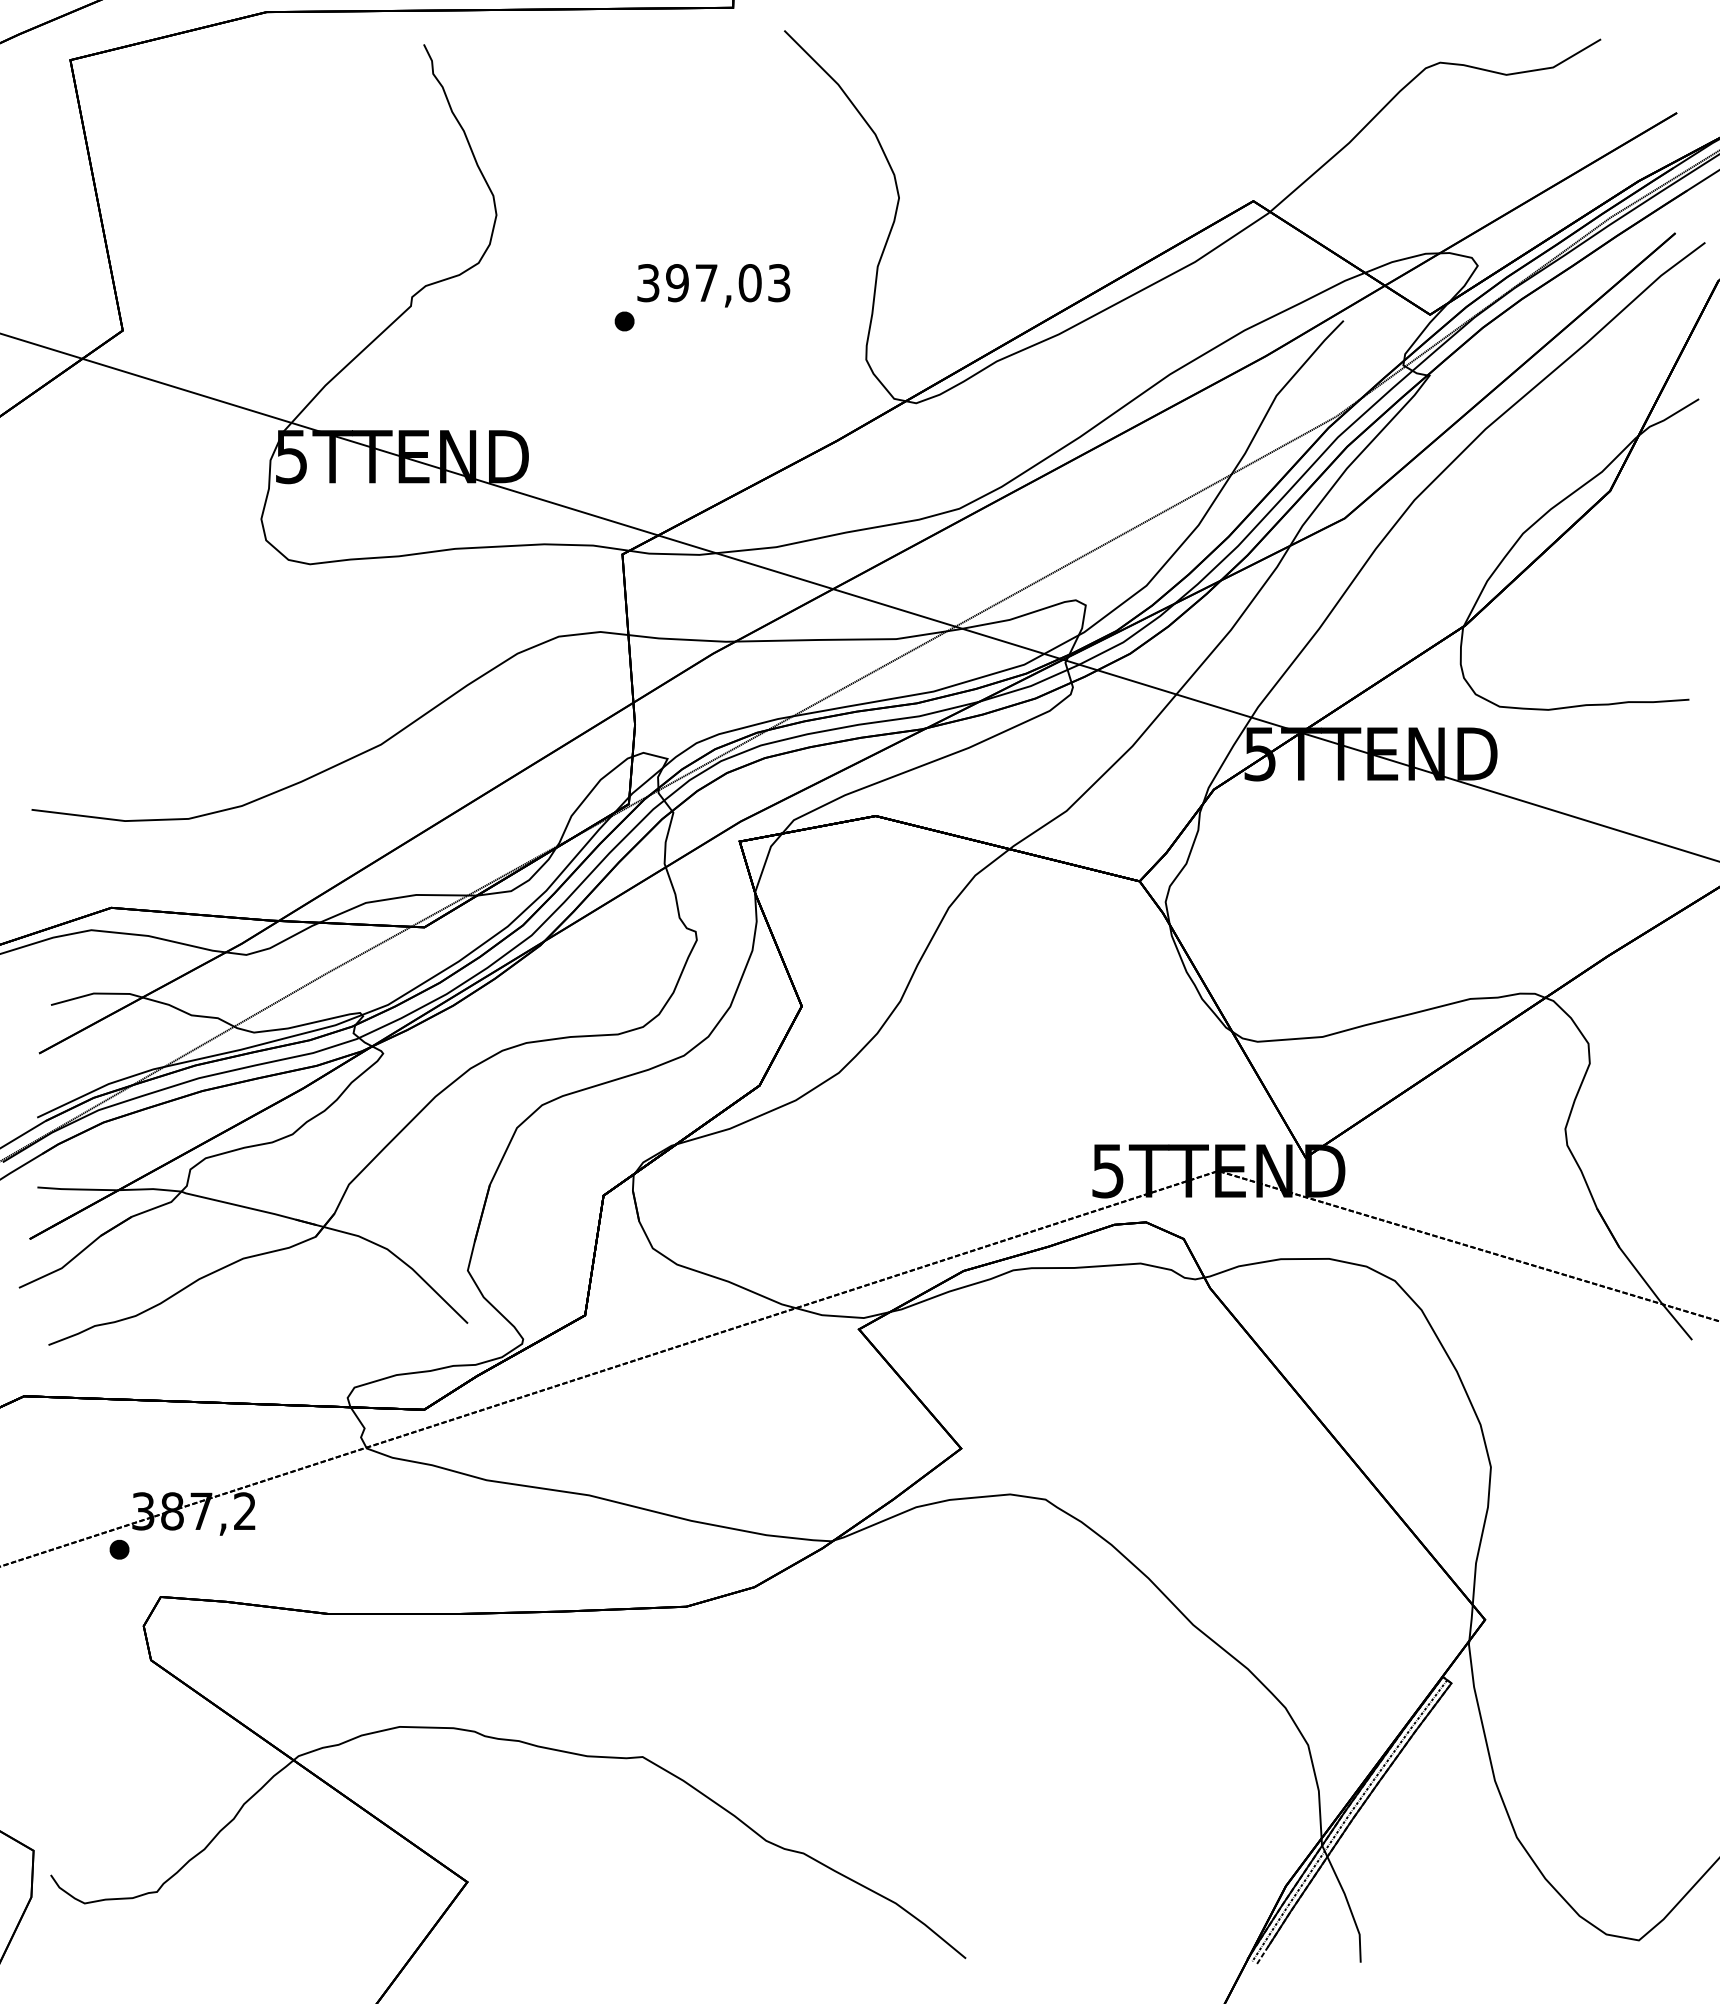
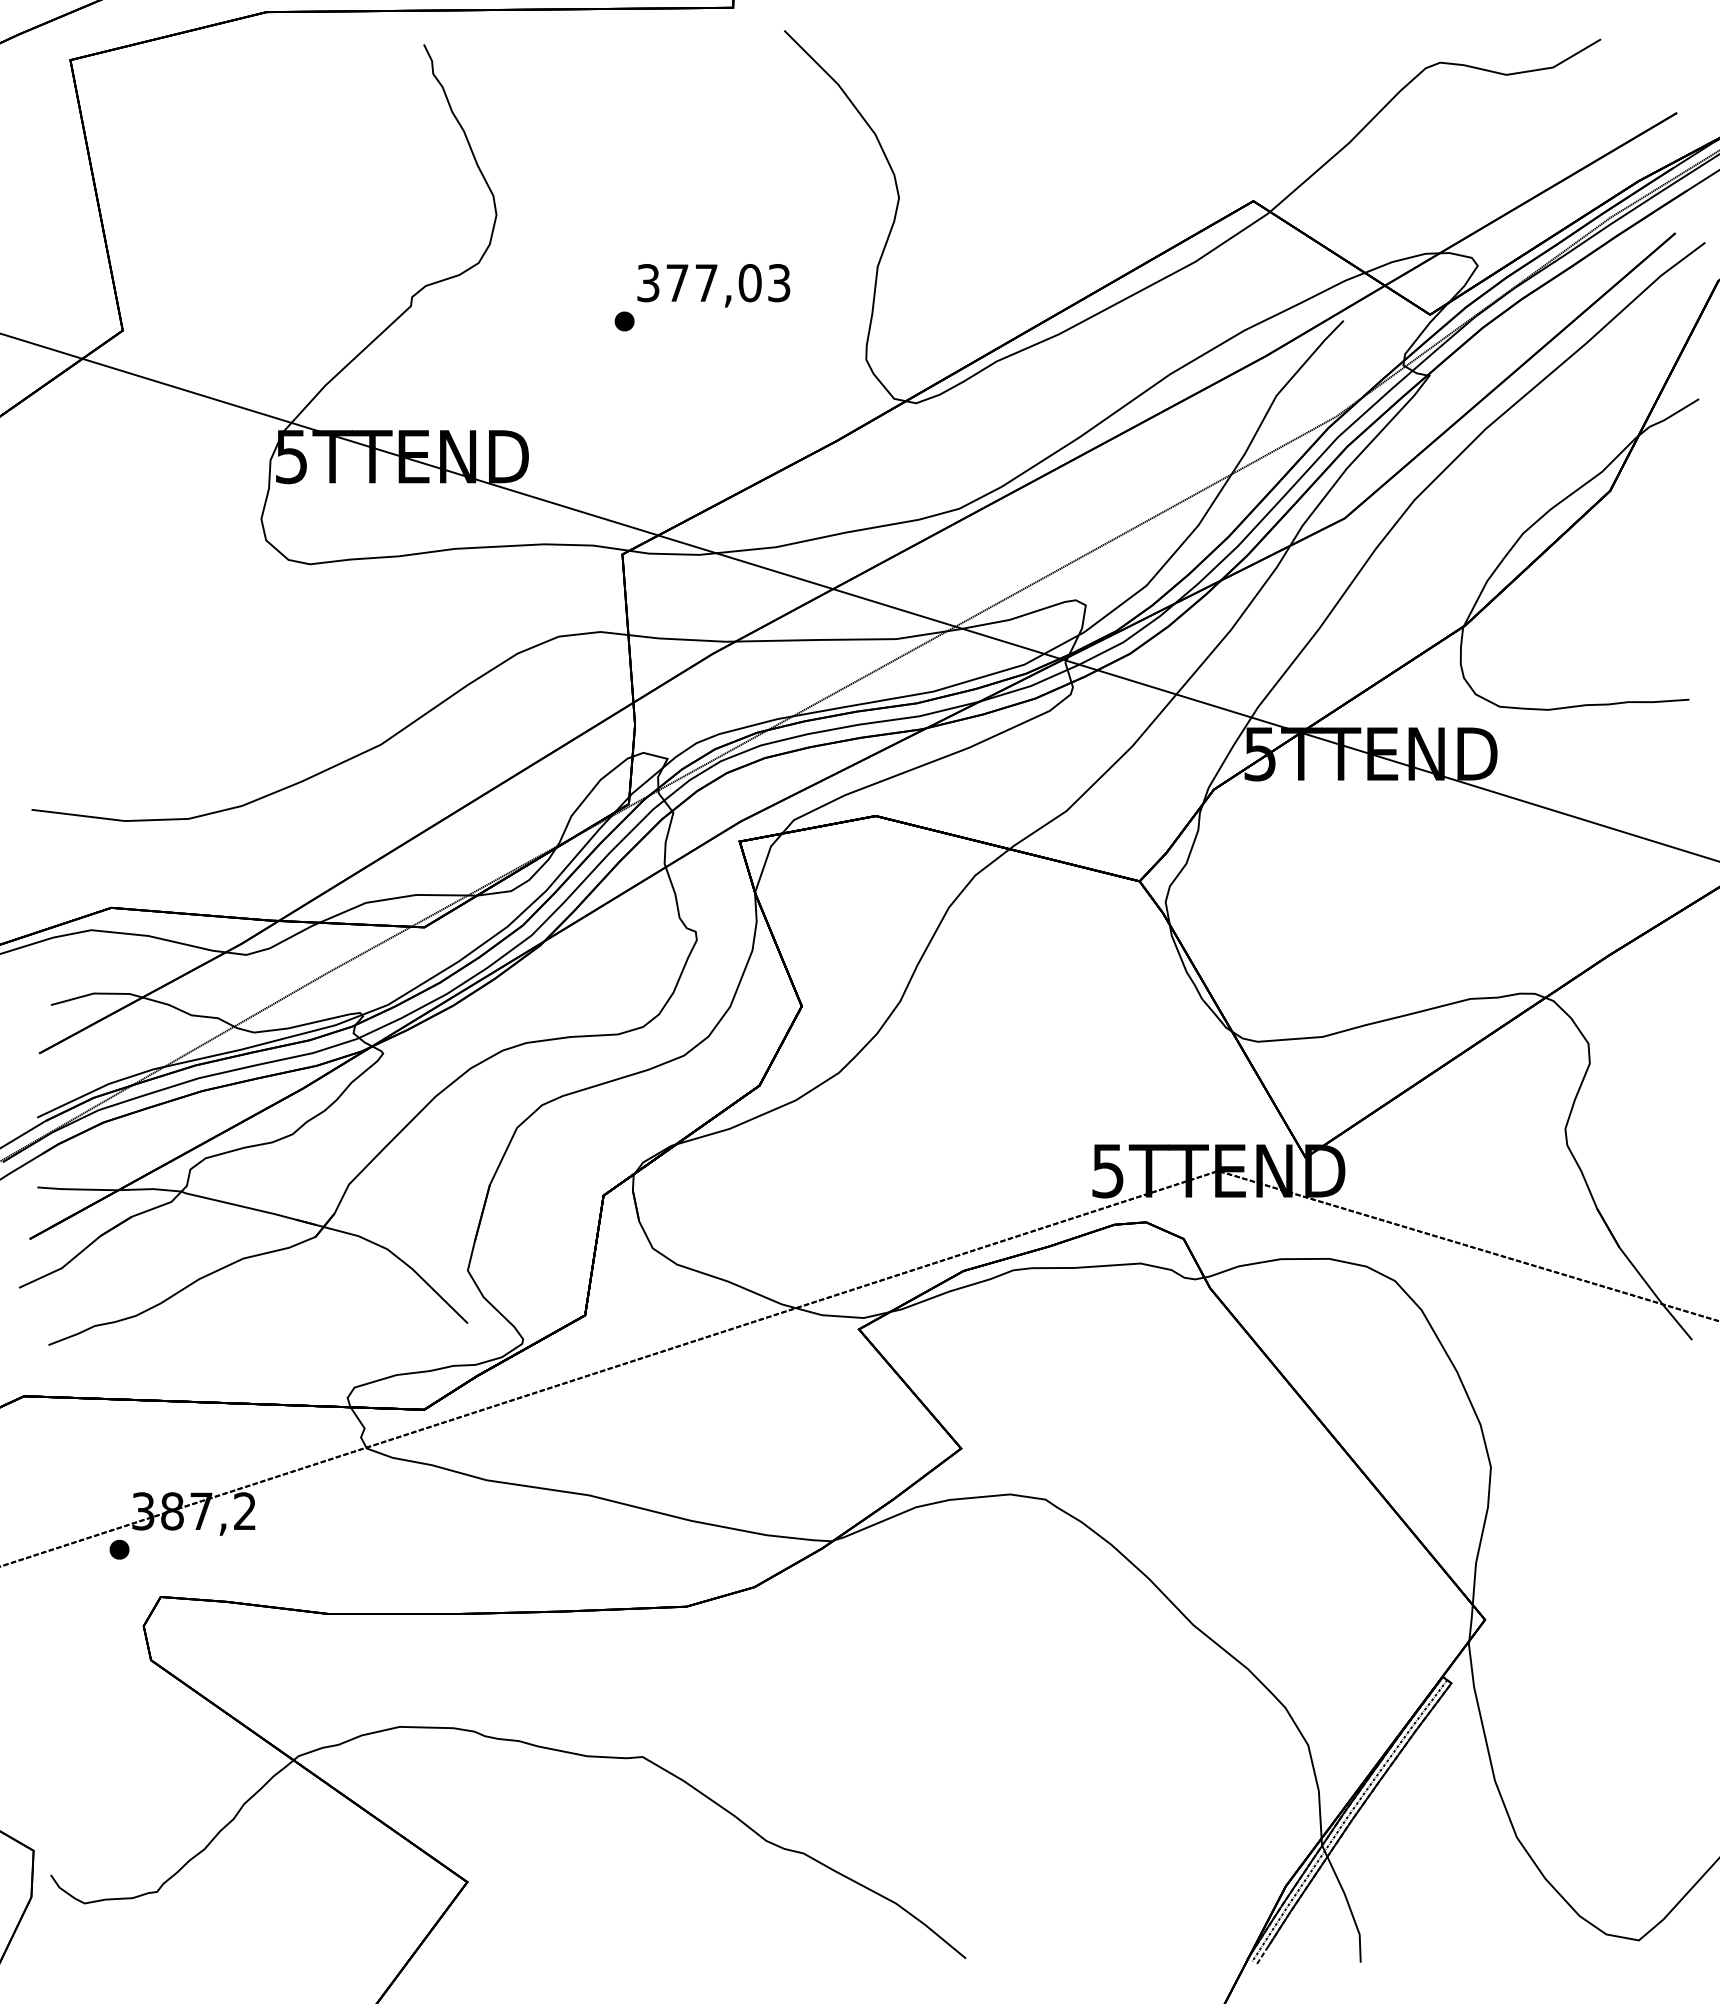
text at (677, 283): 397,03 -> 377,03
